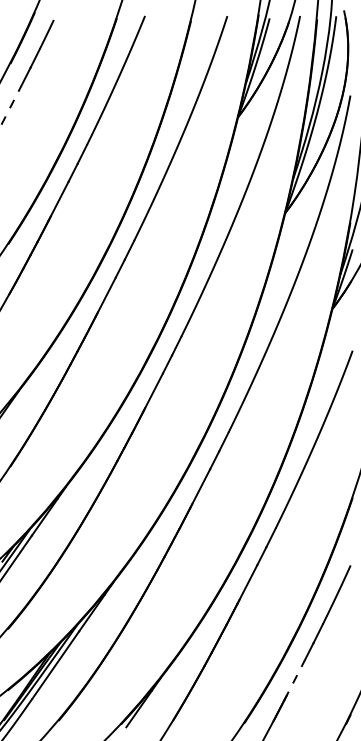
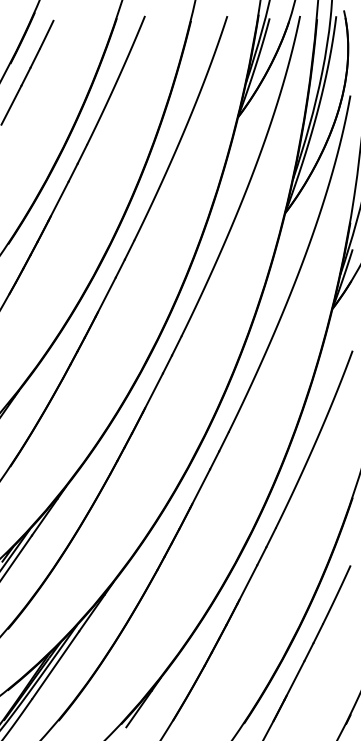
line at (11, 105): dashed -> solid
line at (294, 680): dashed -> solid
